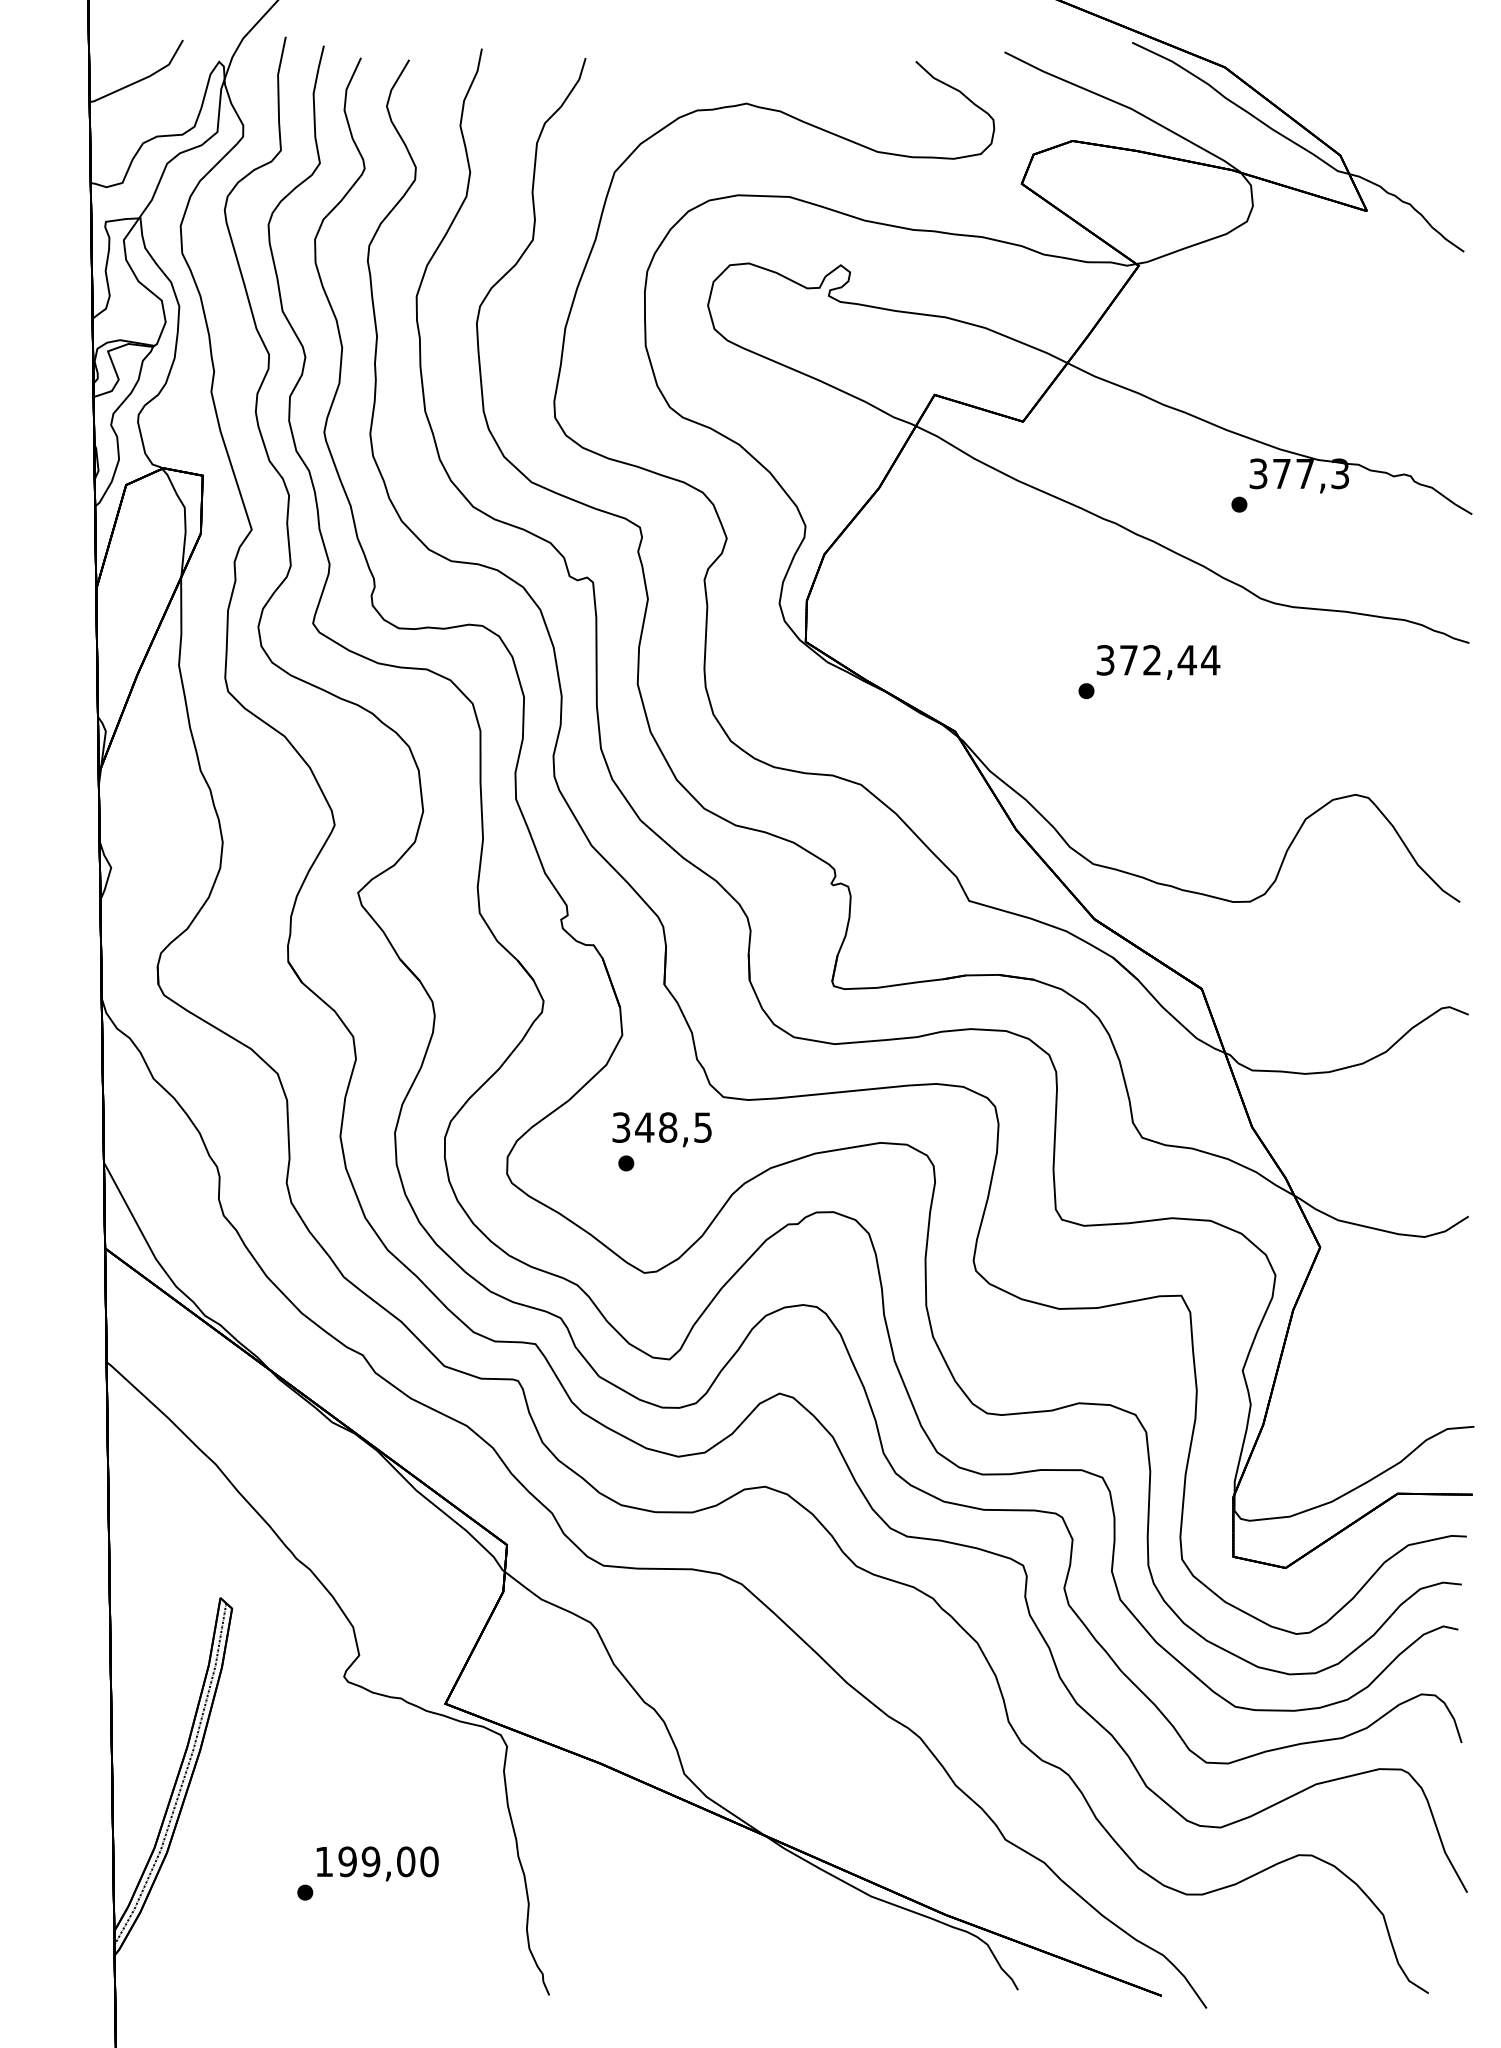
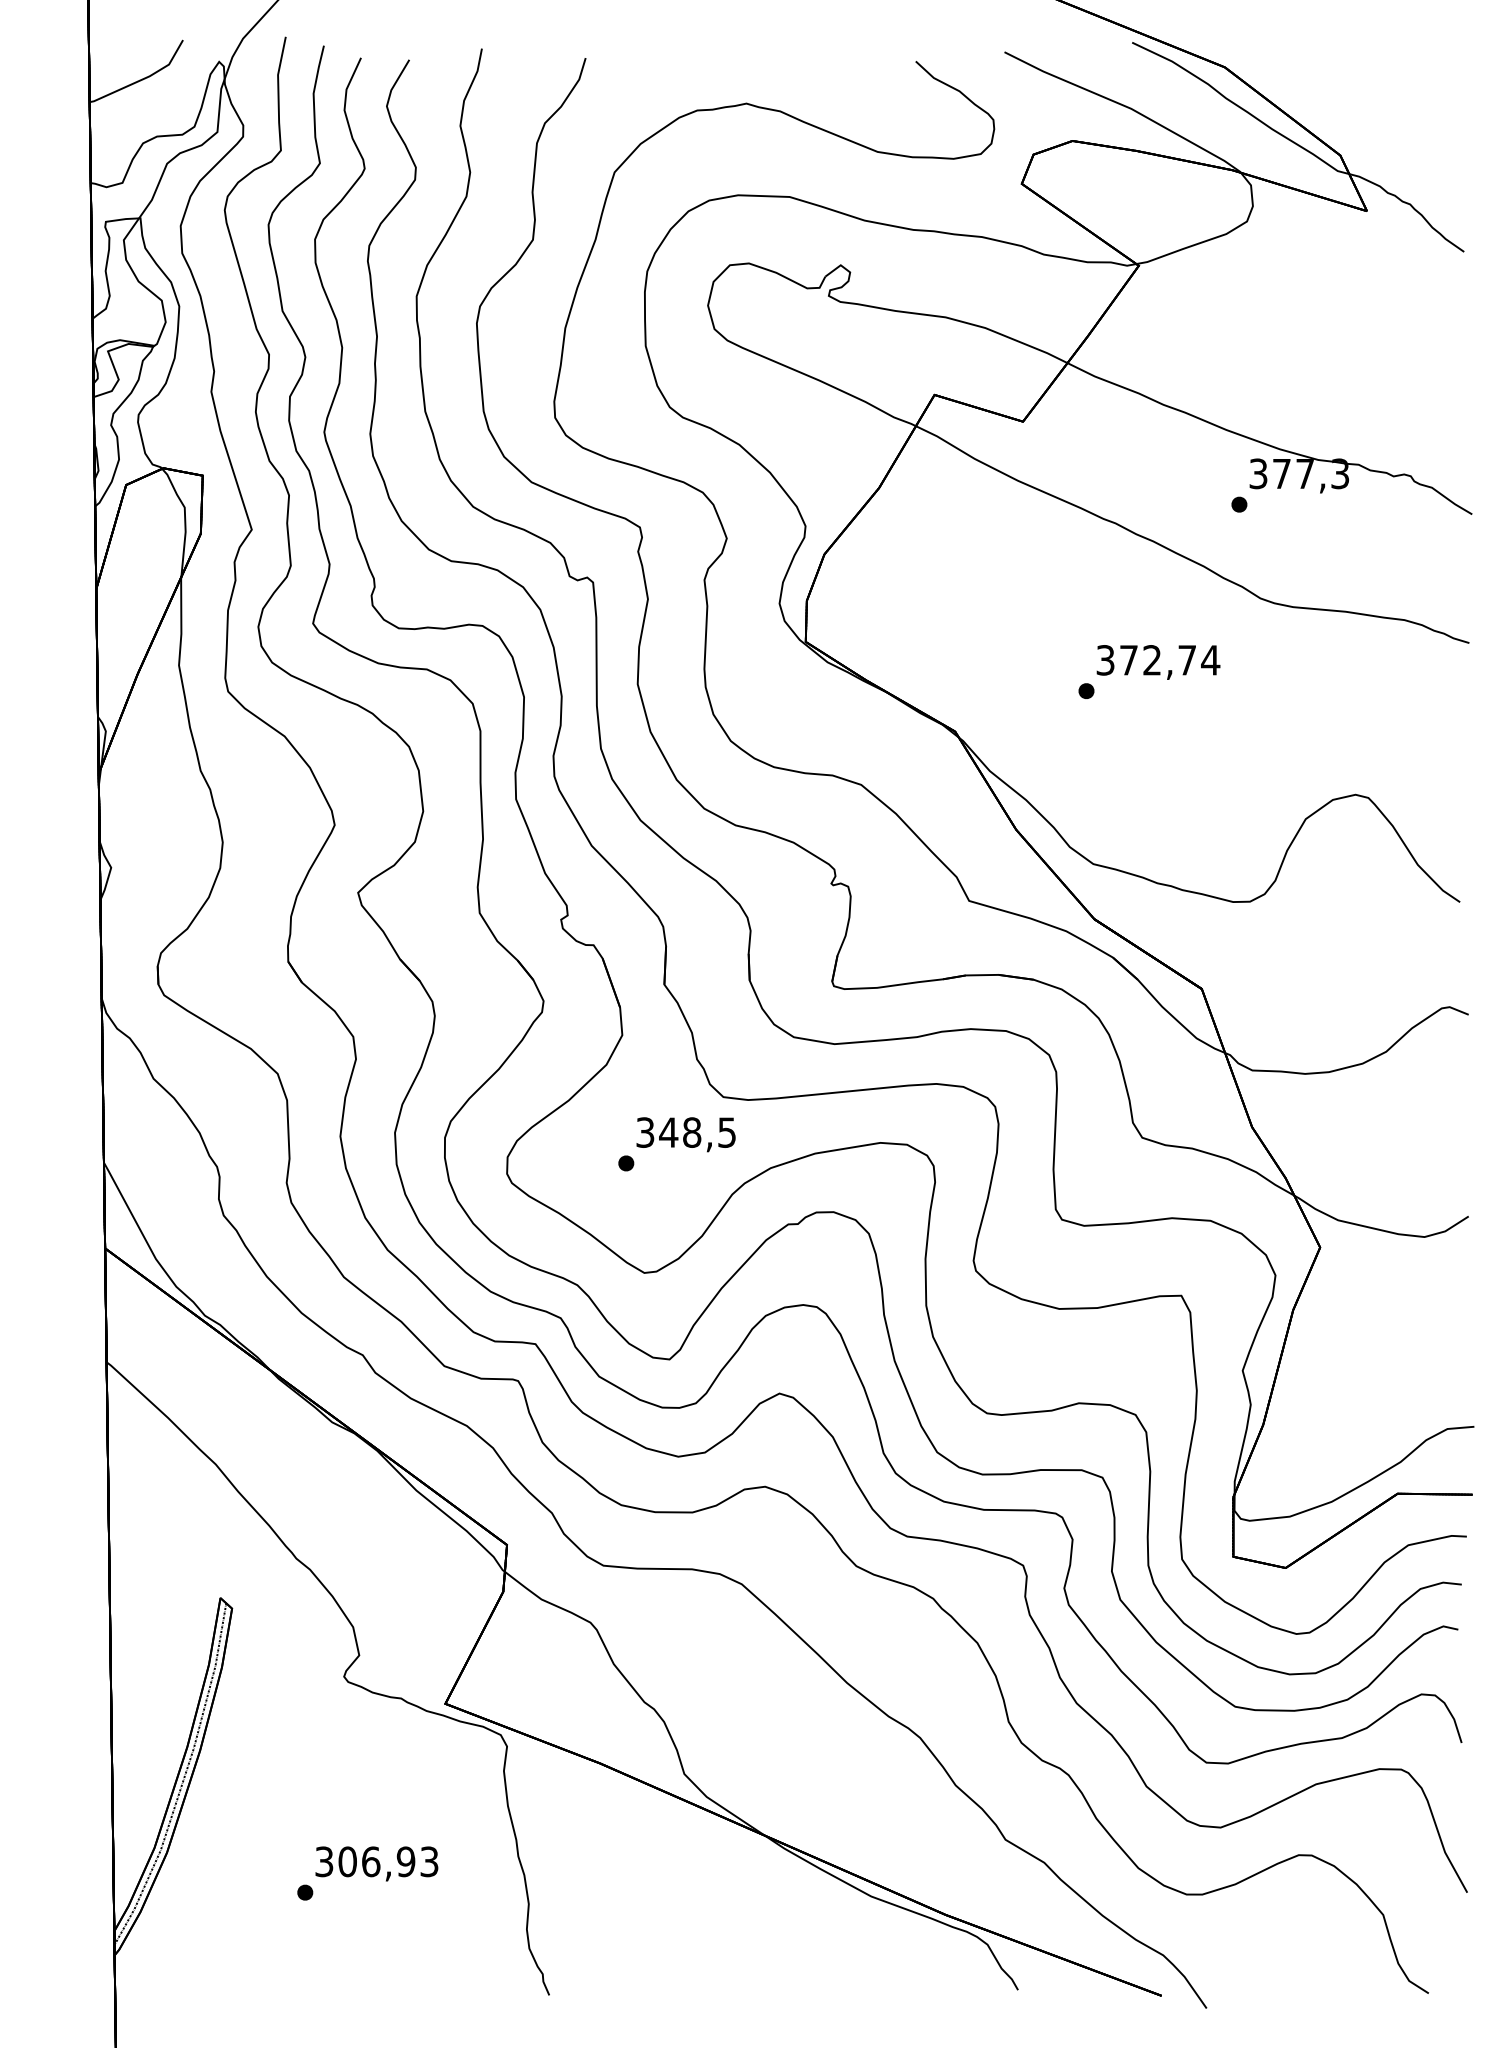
text at (1186, 660): 372,44 -> 372,74
text at (661, 1129) position: (661, 1129) -> (685, 1134)
text at (376, 1861): 199,00 -> 306,93
